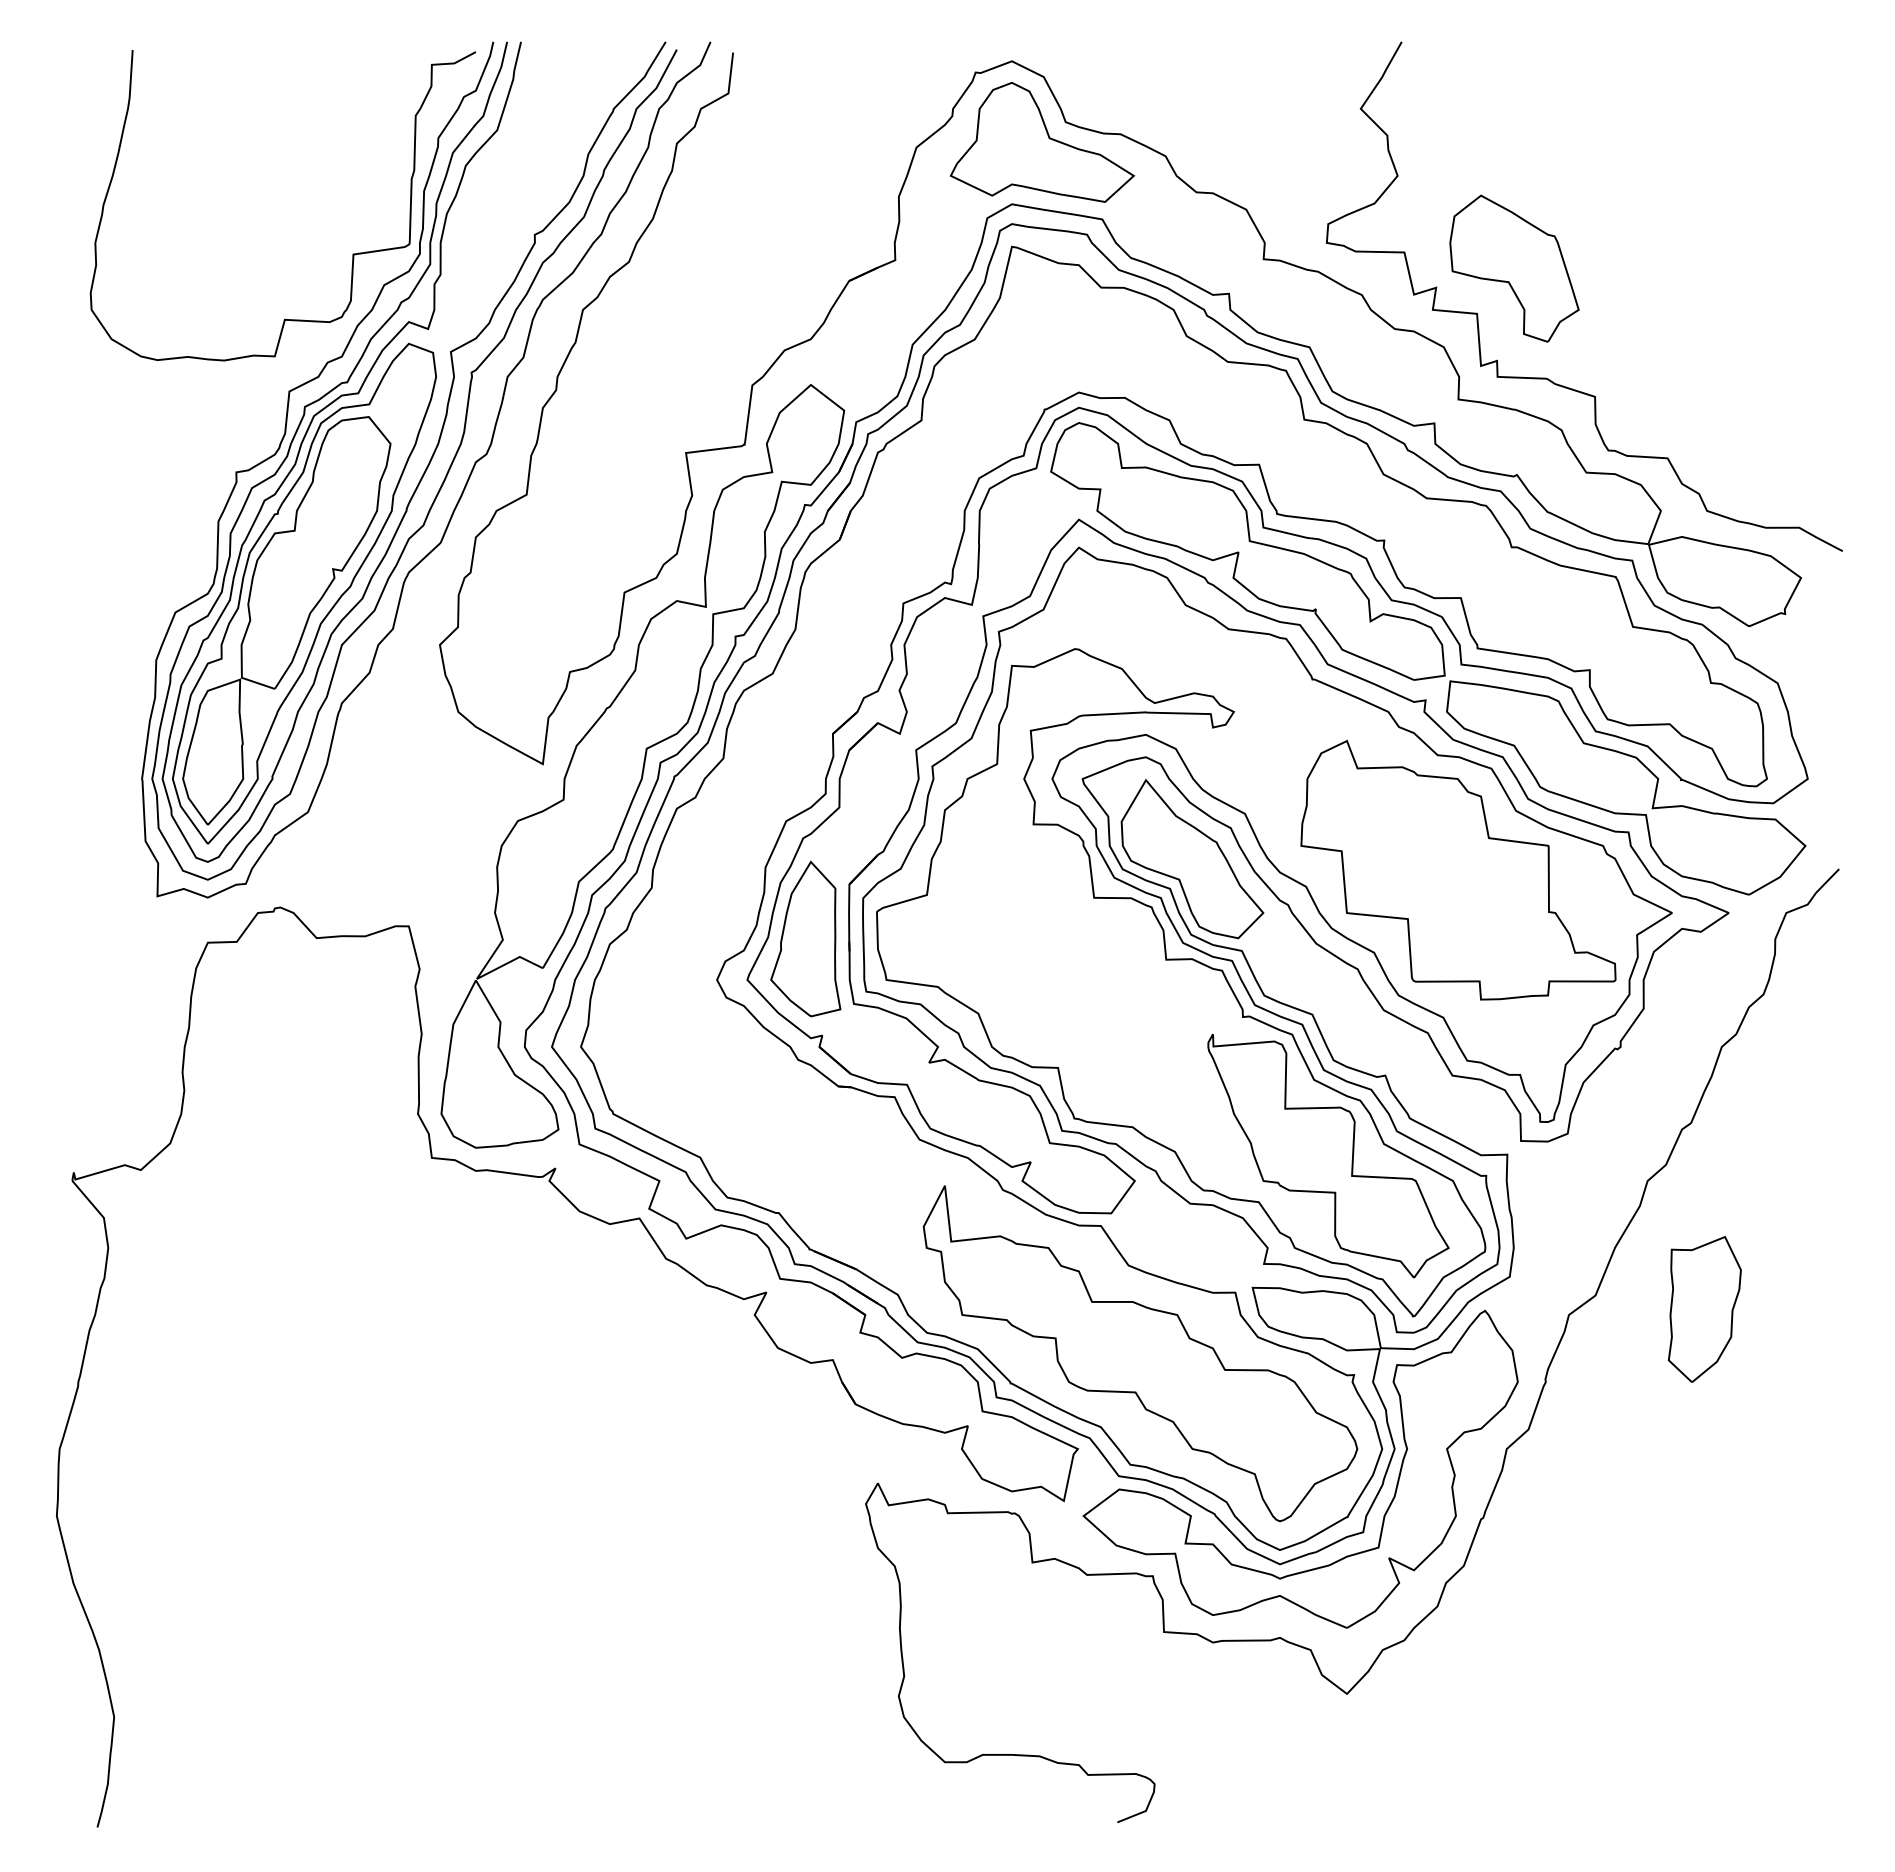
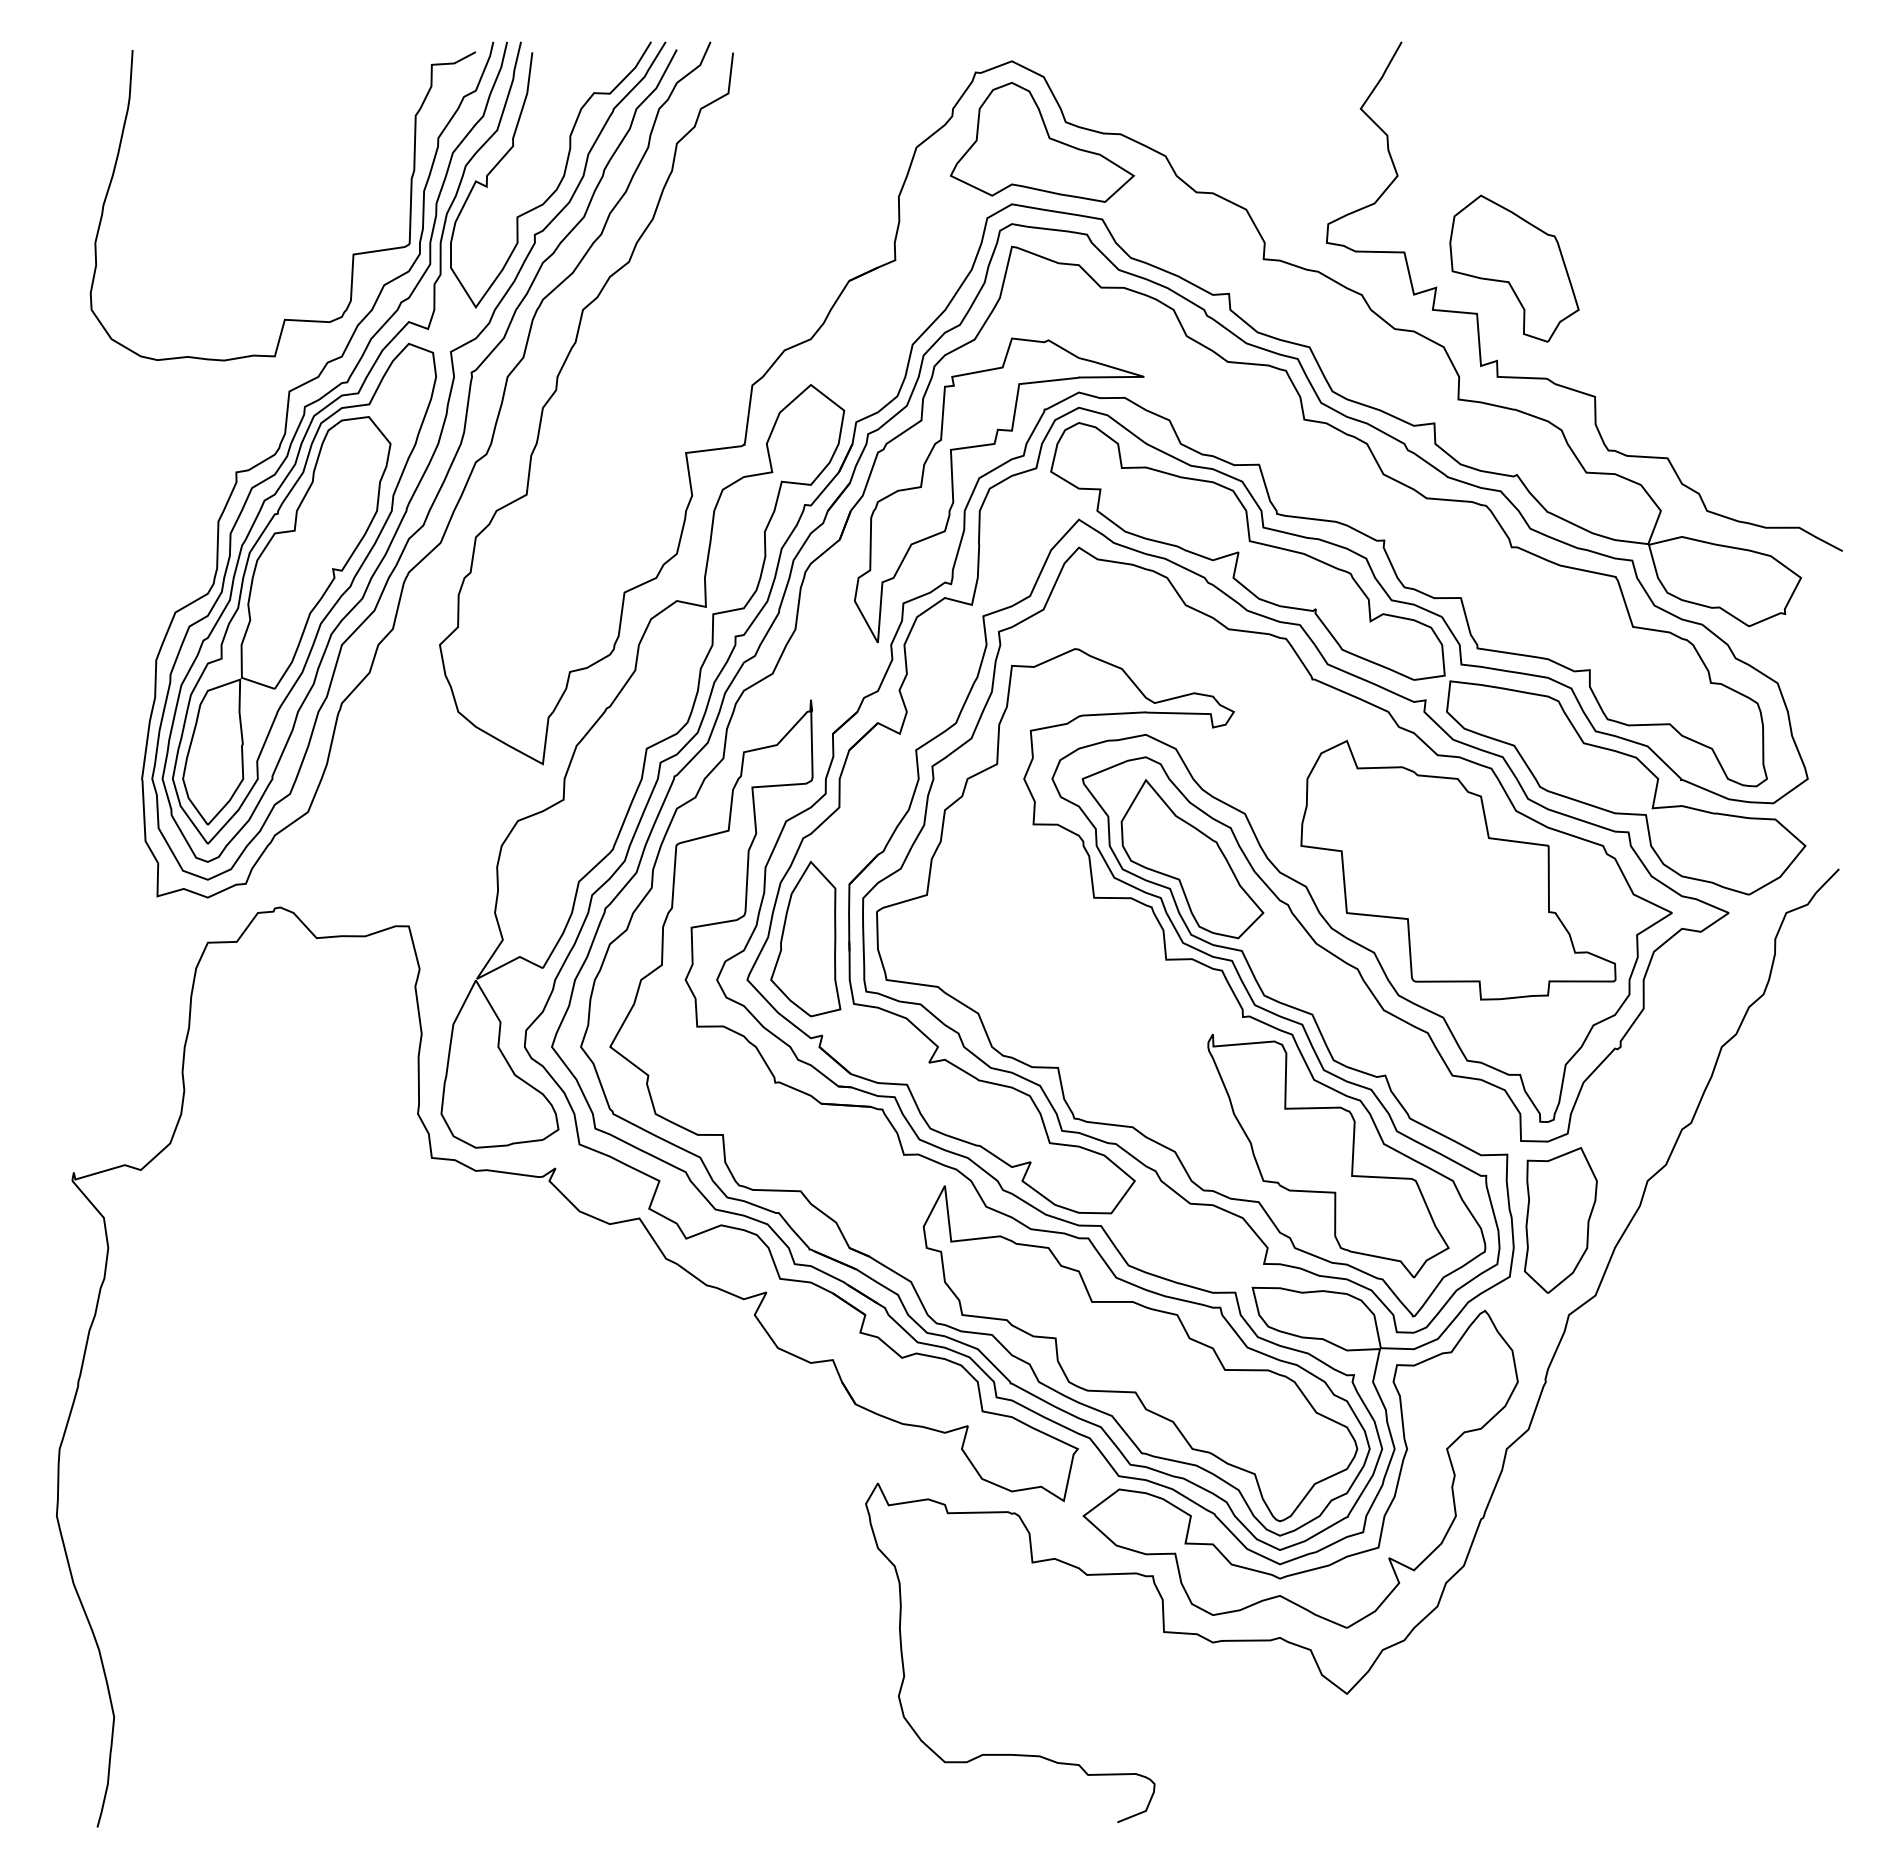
curve at (560, 180): none -> present
part at (992, 445): none -> present
part at (958, 1169): none -> present
part at (1704, 1309) position: (1704, 1309) -> (1560, 1220)
